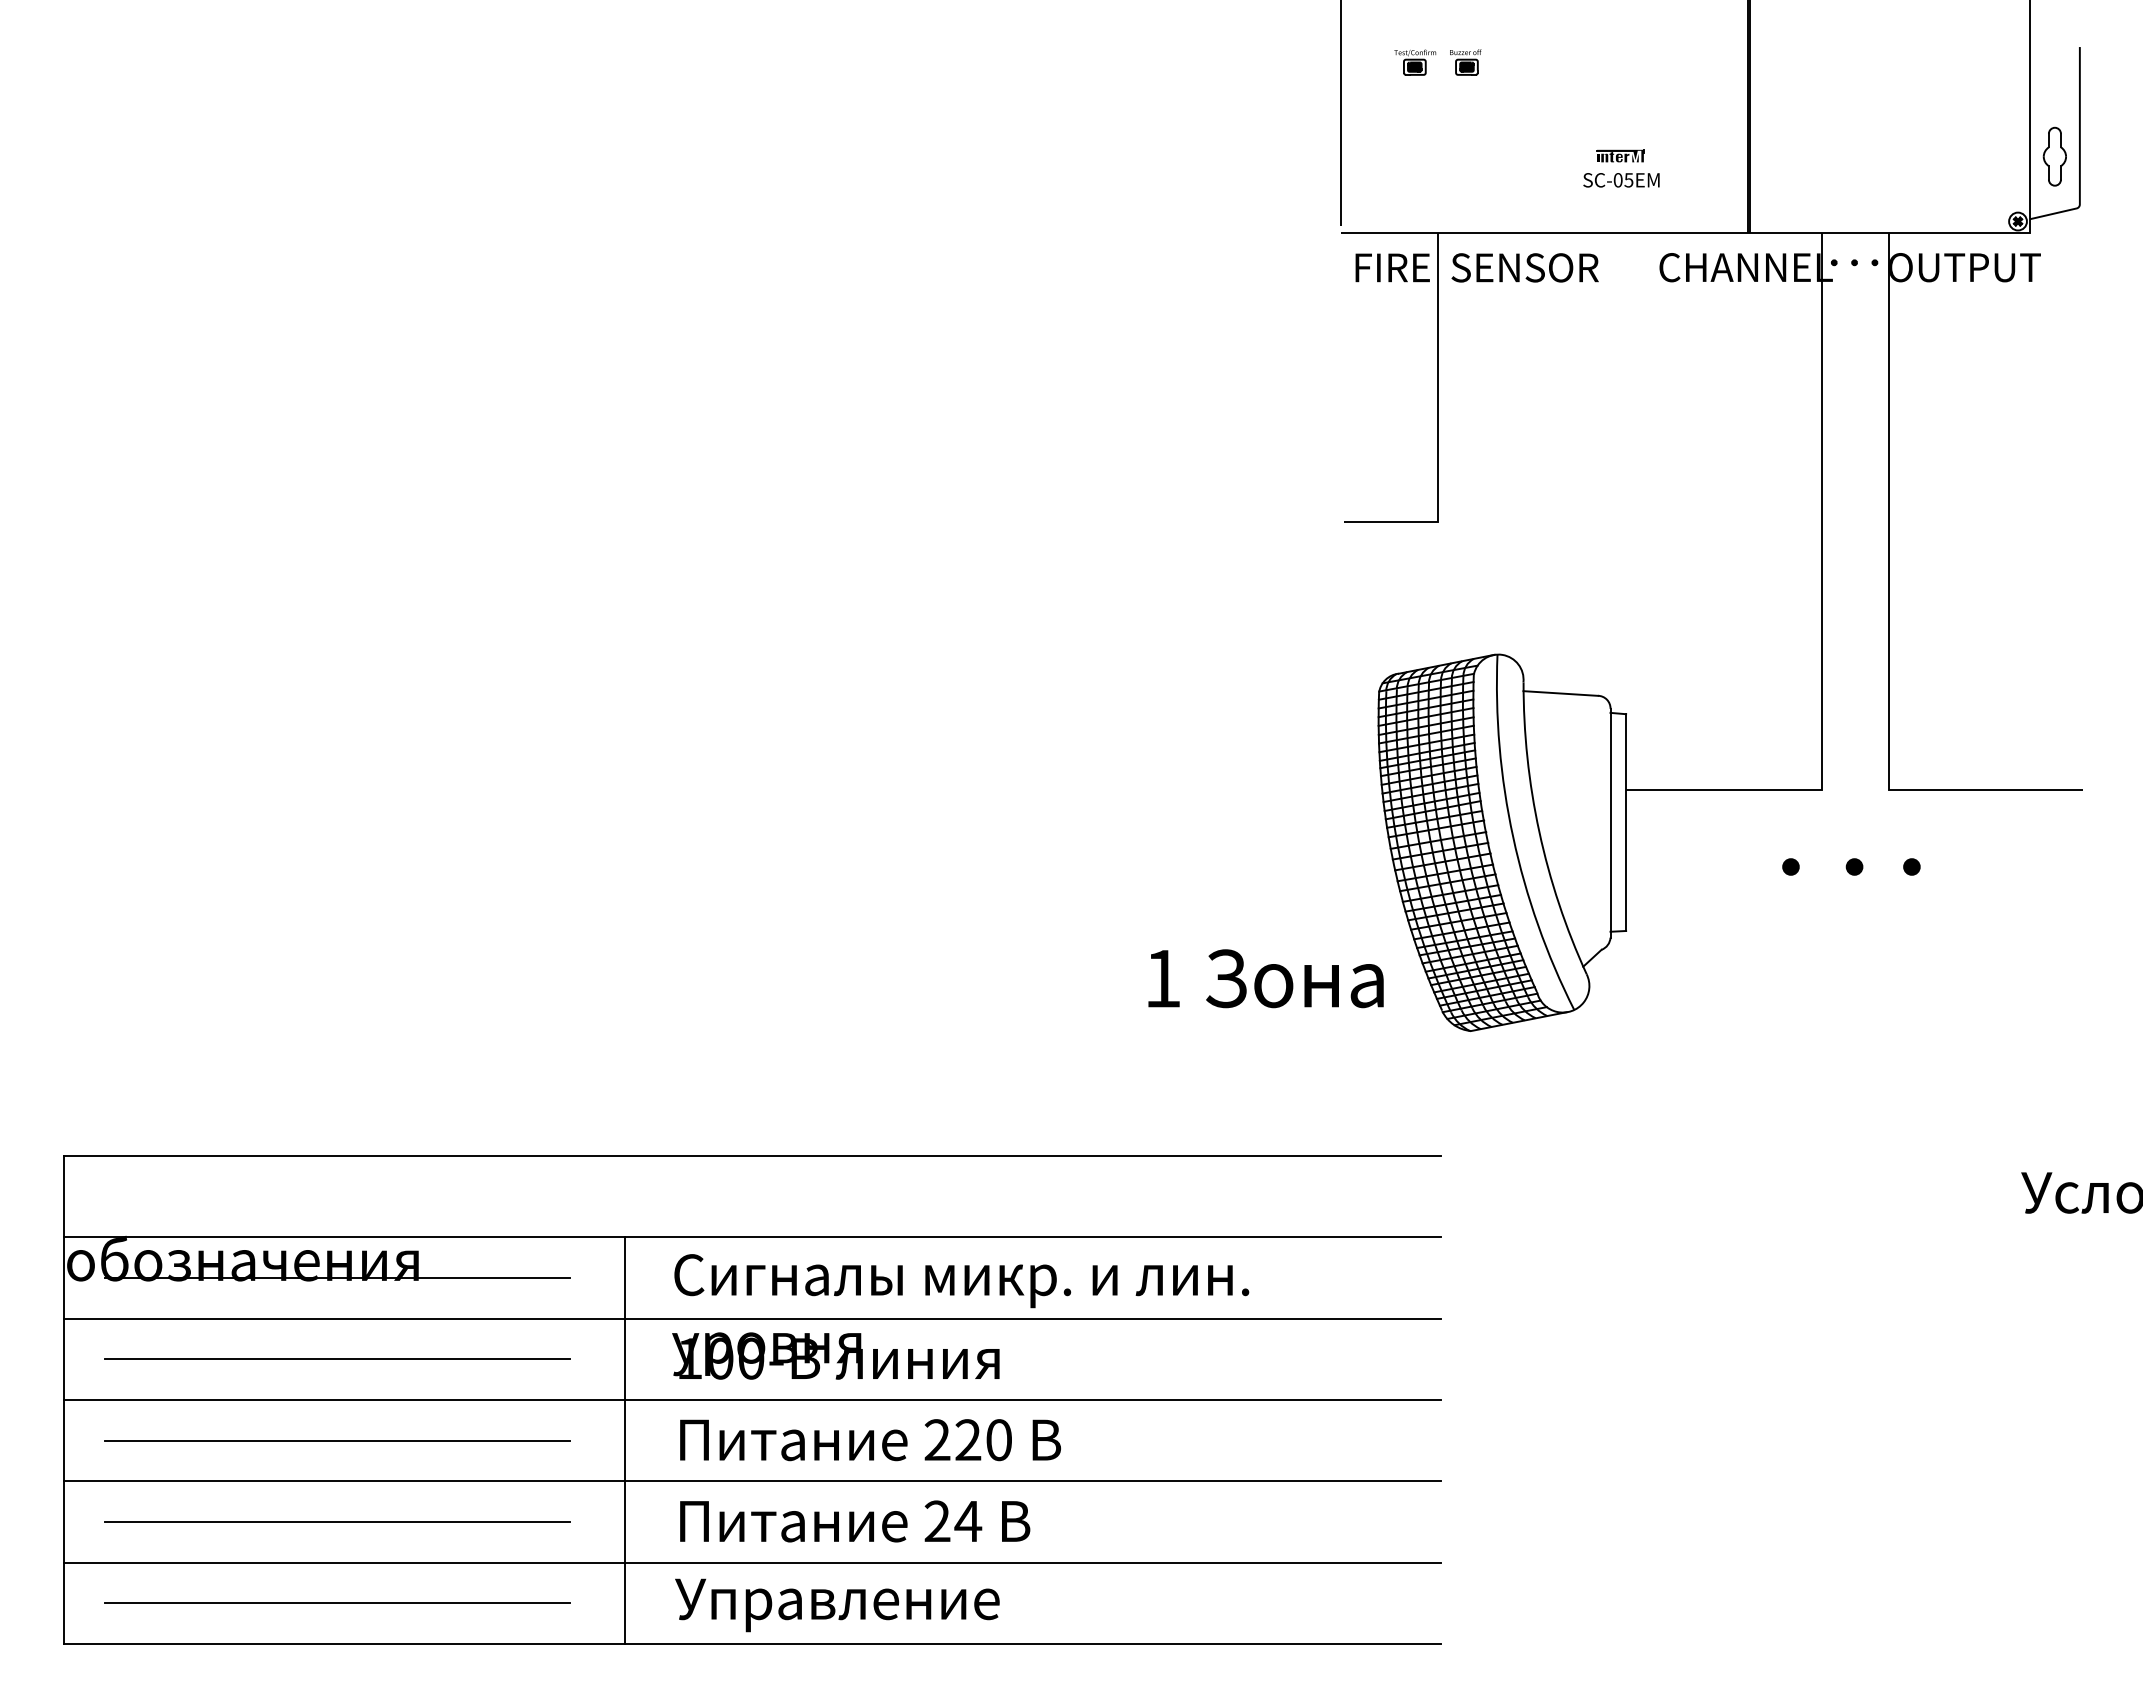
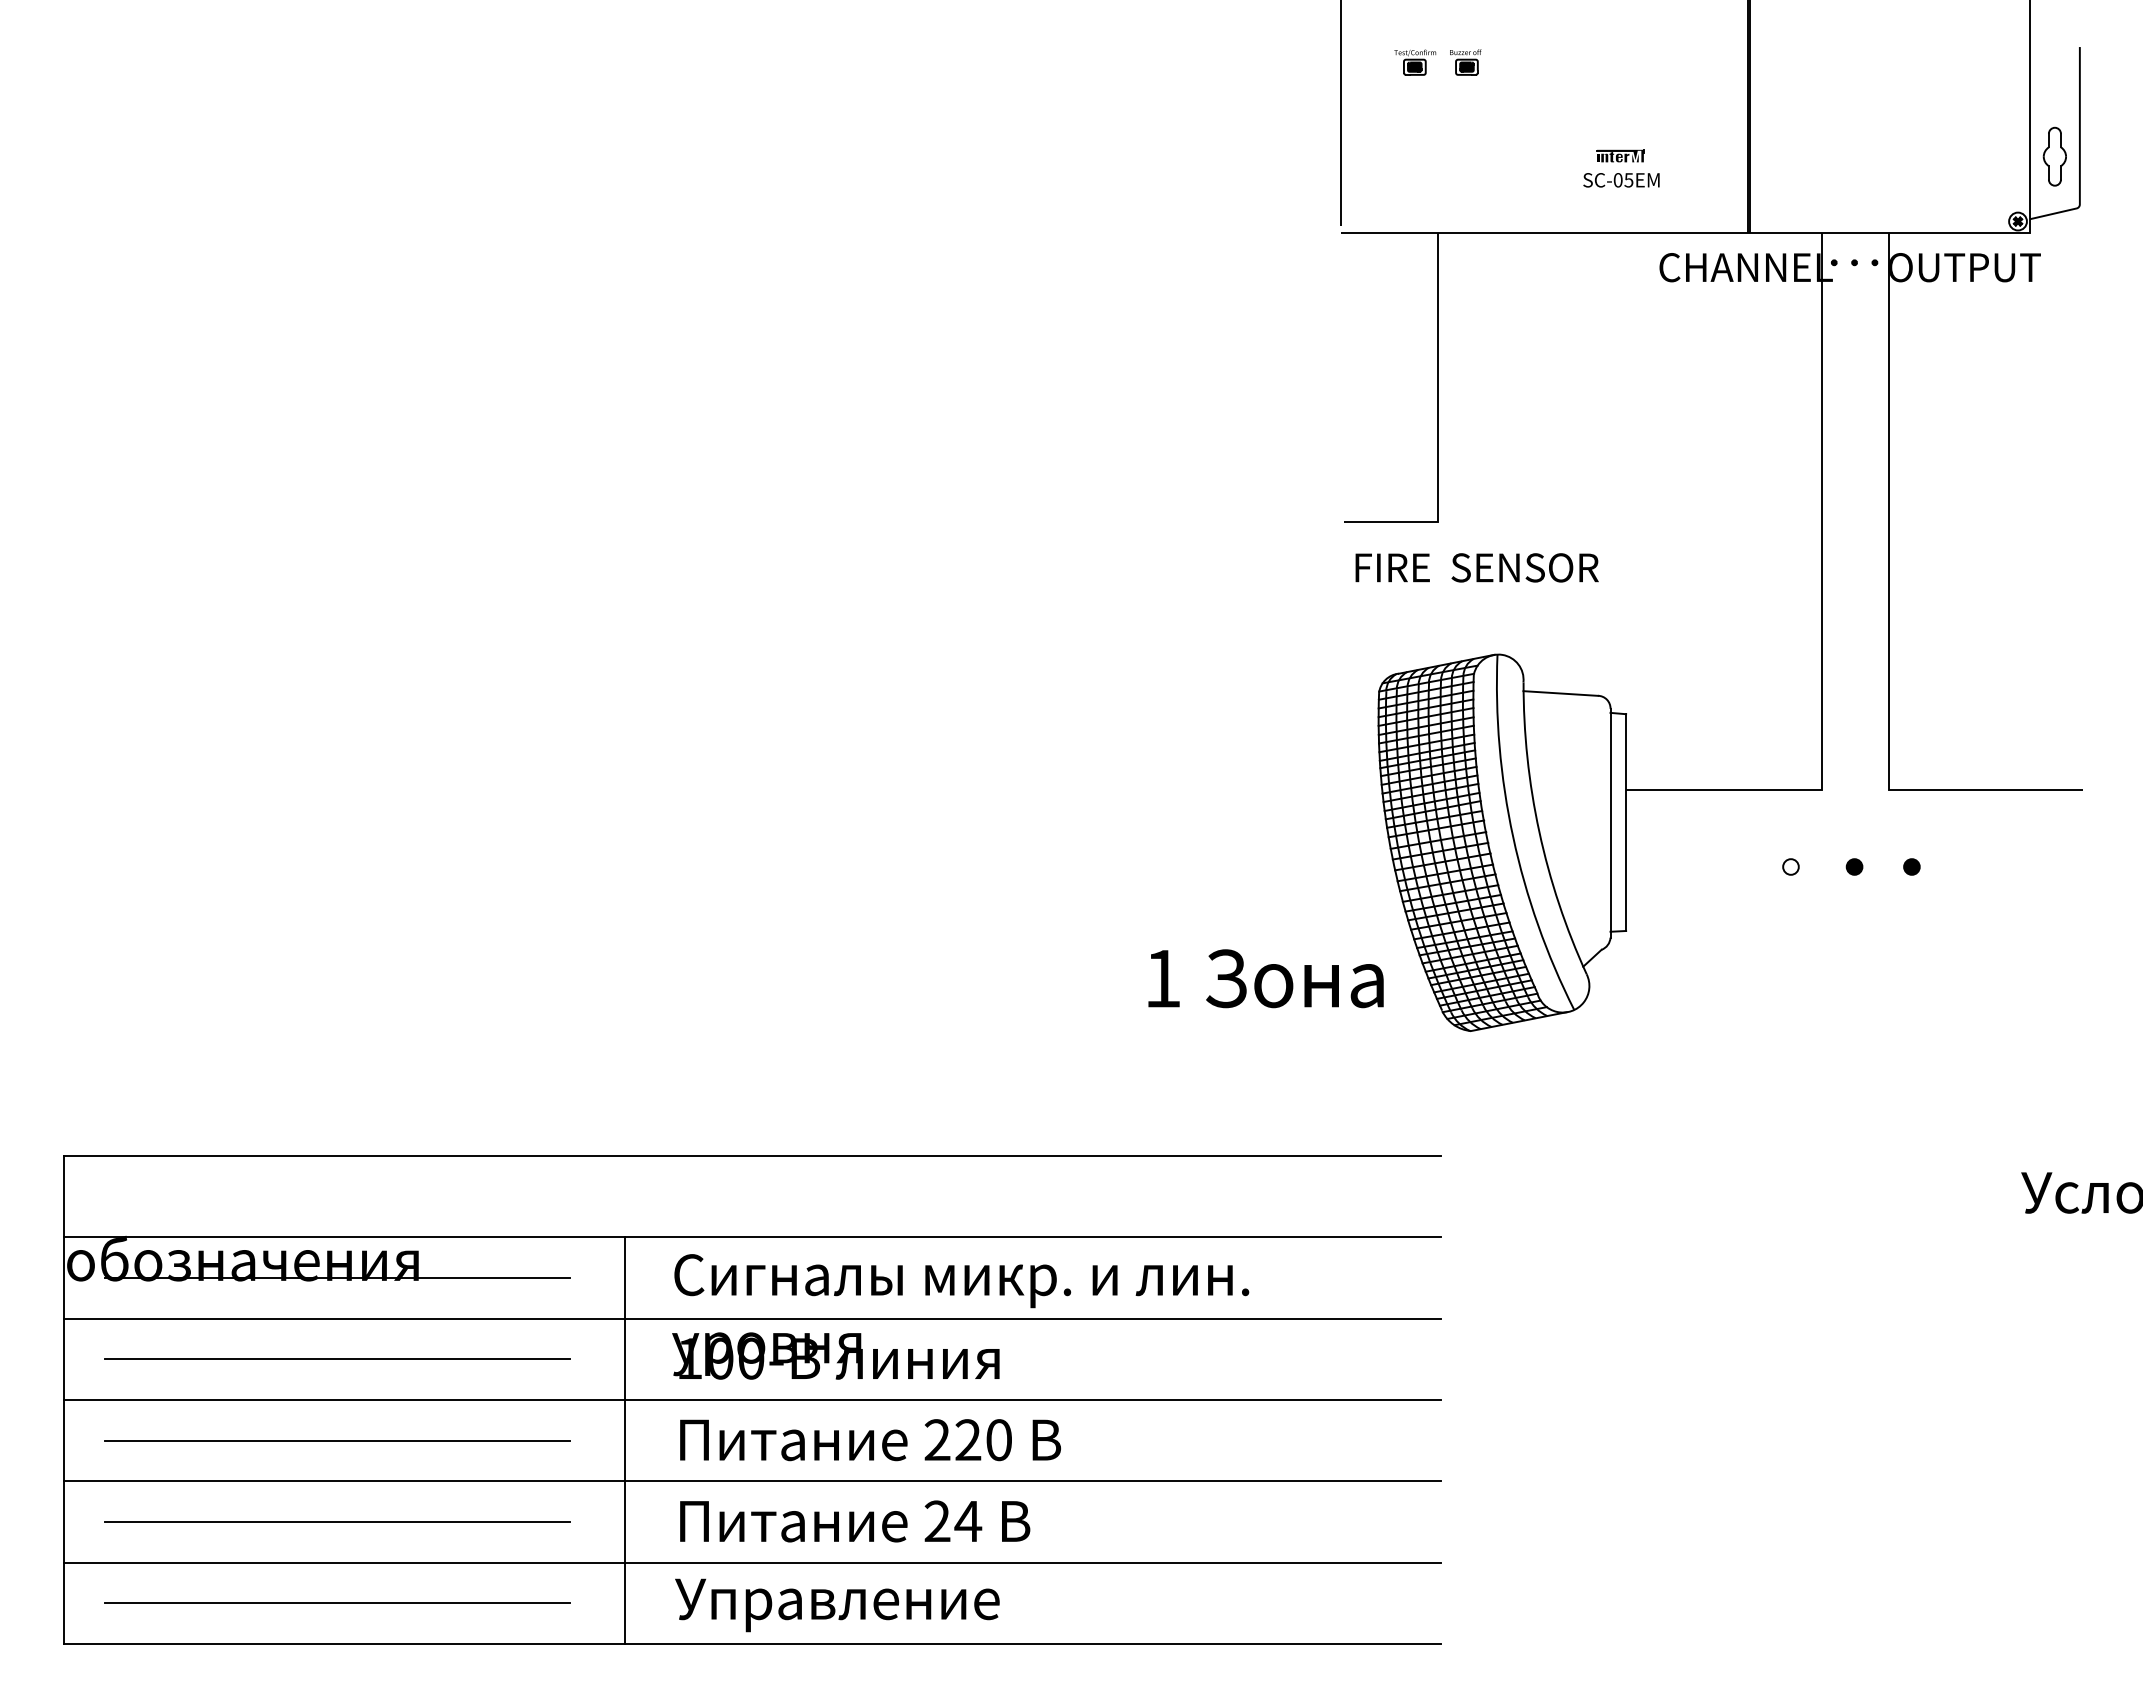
text at (1476, 267) position: (1476, 267) -> (1476, 567)
fill at (1790, 866): present -> none
